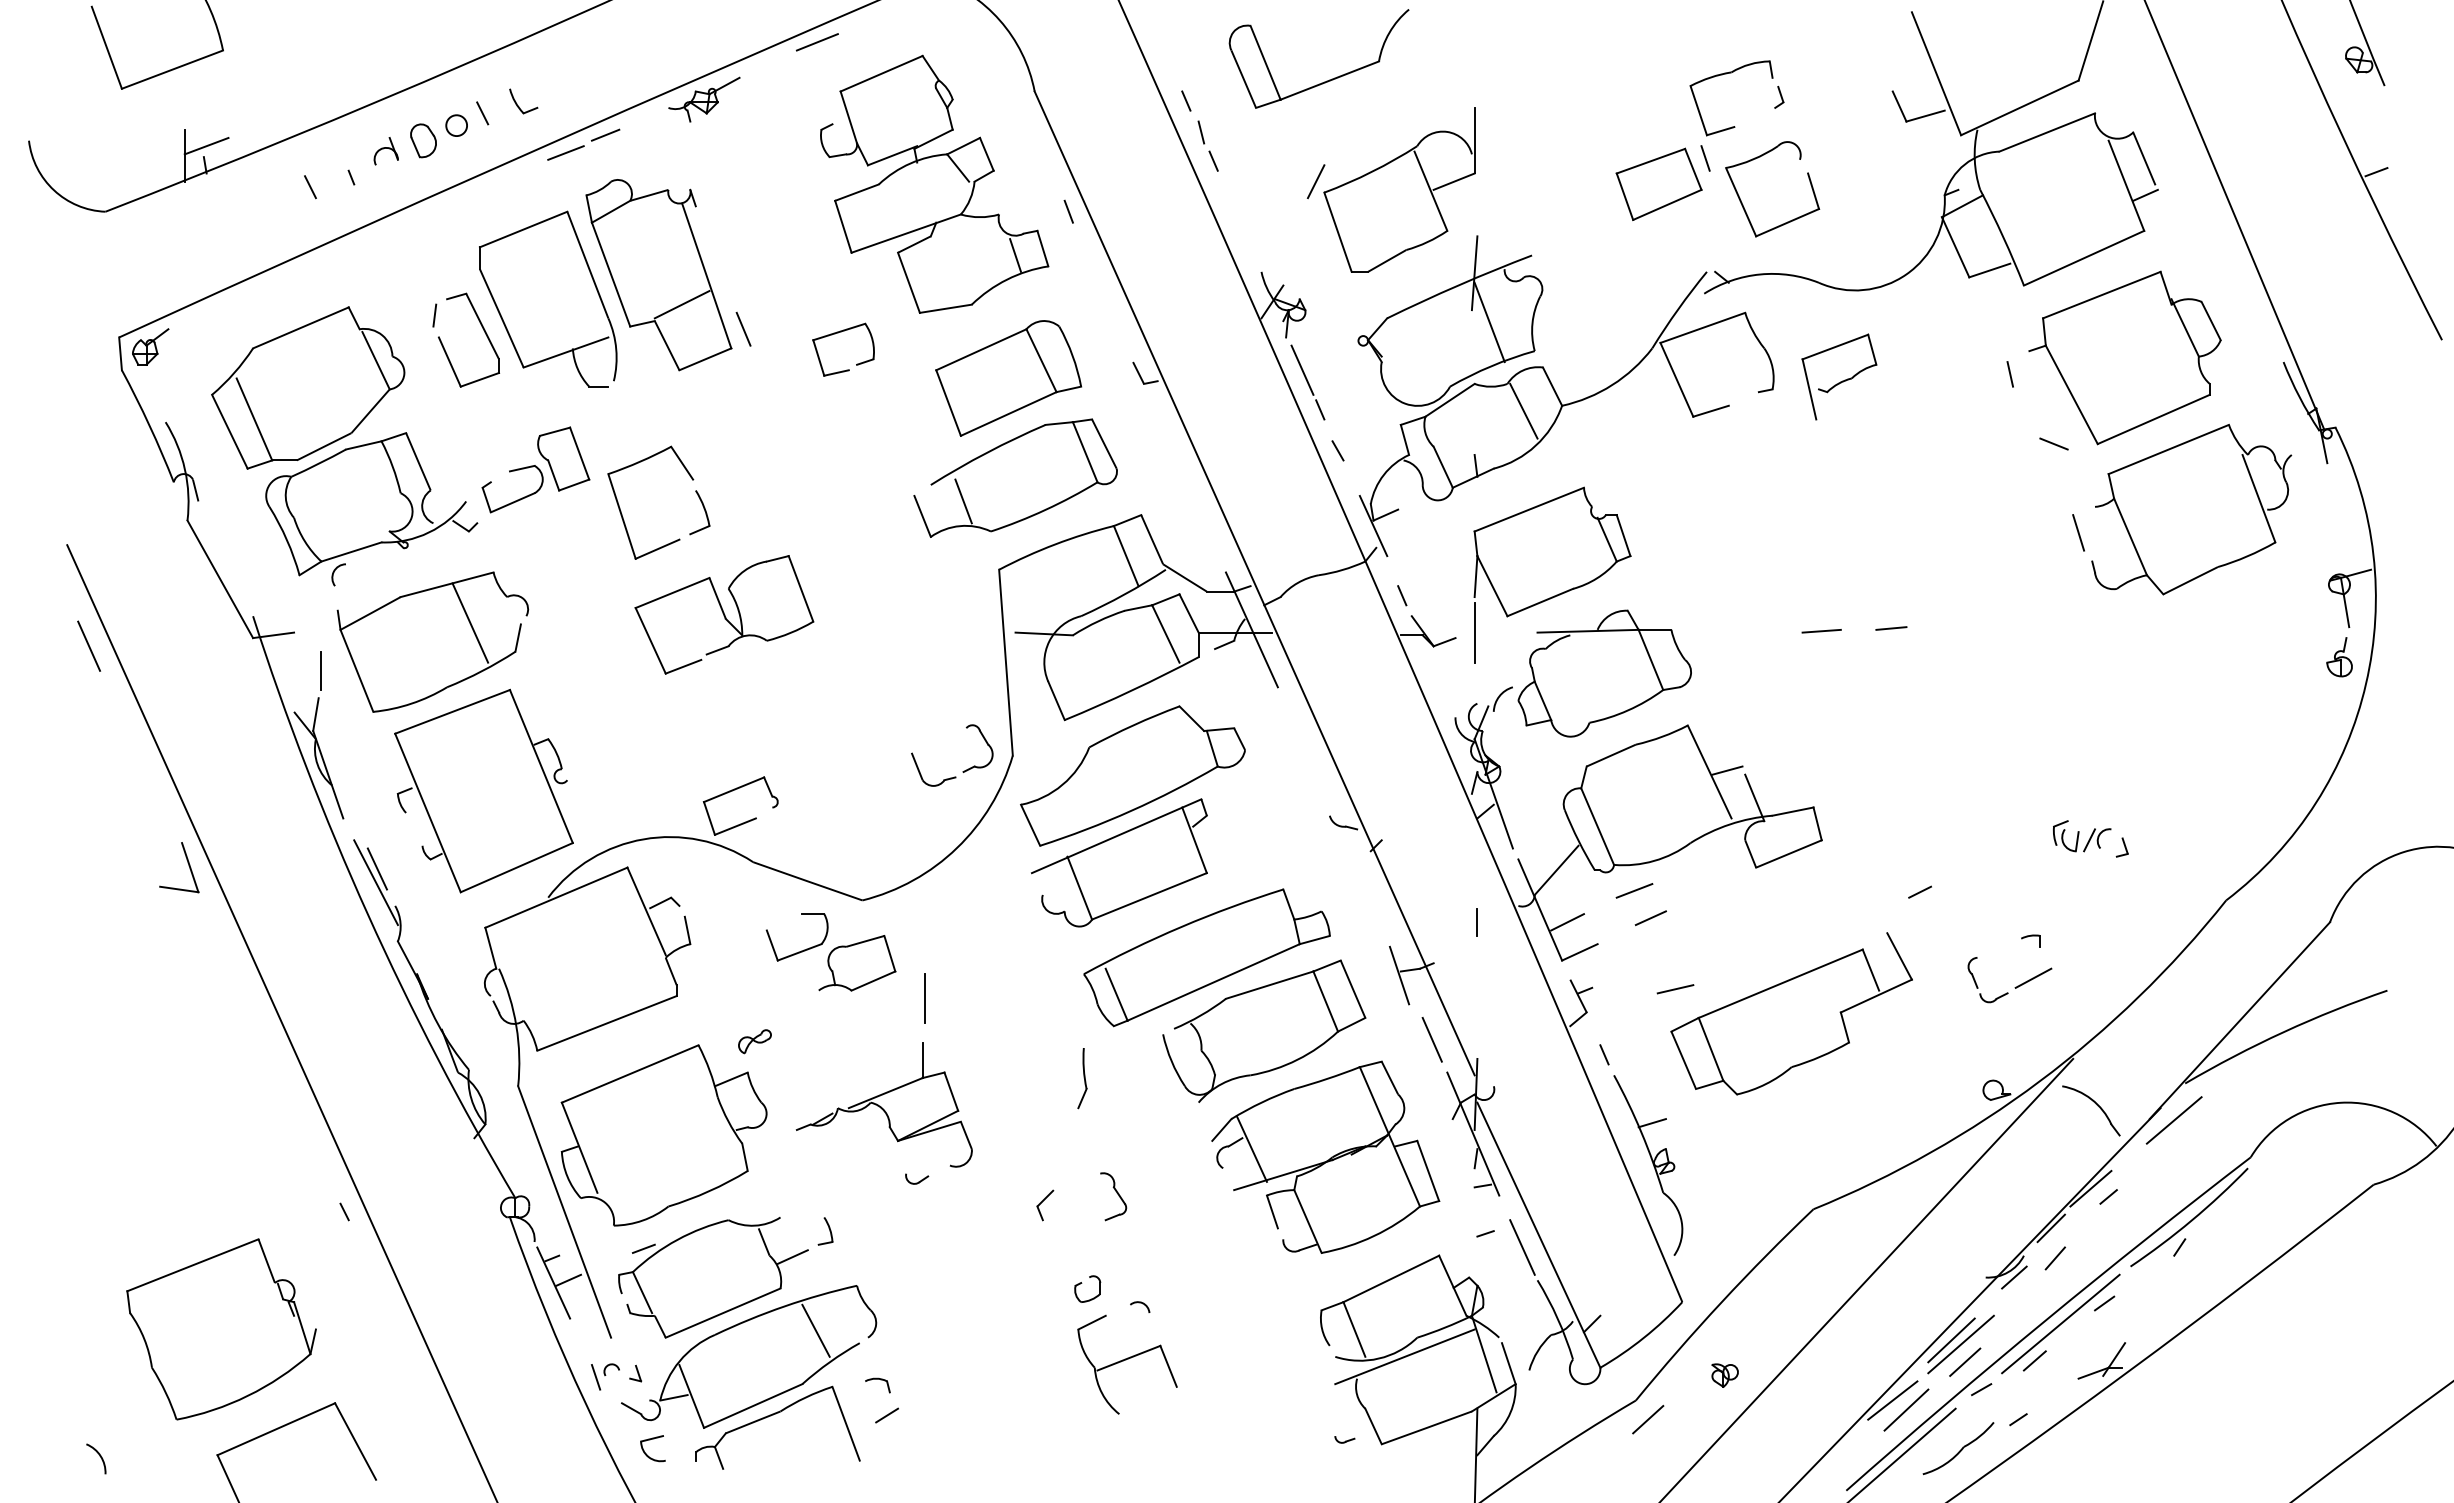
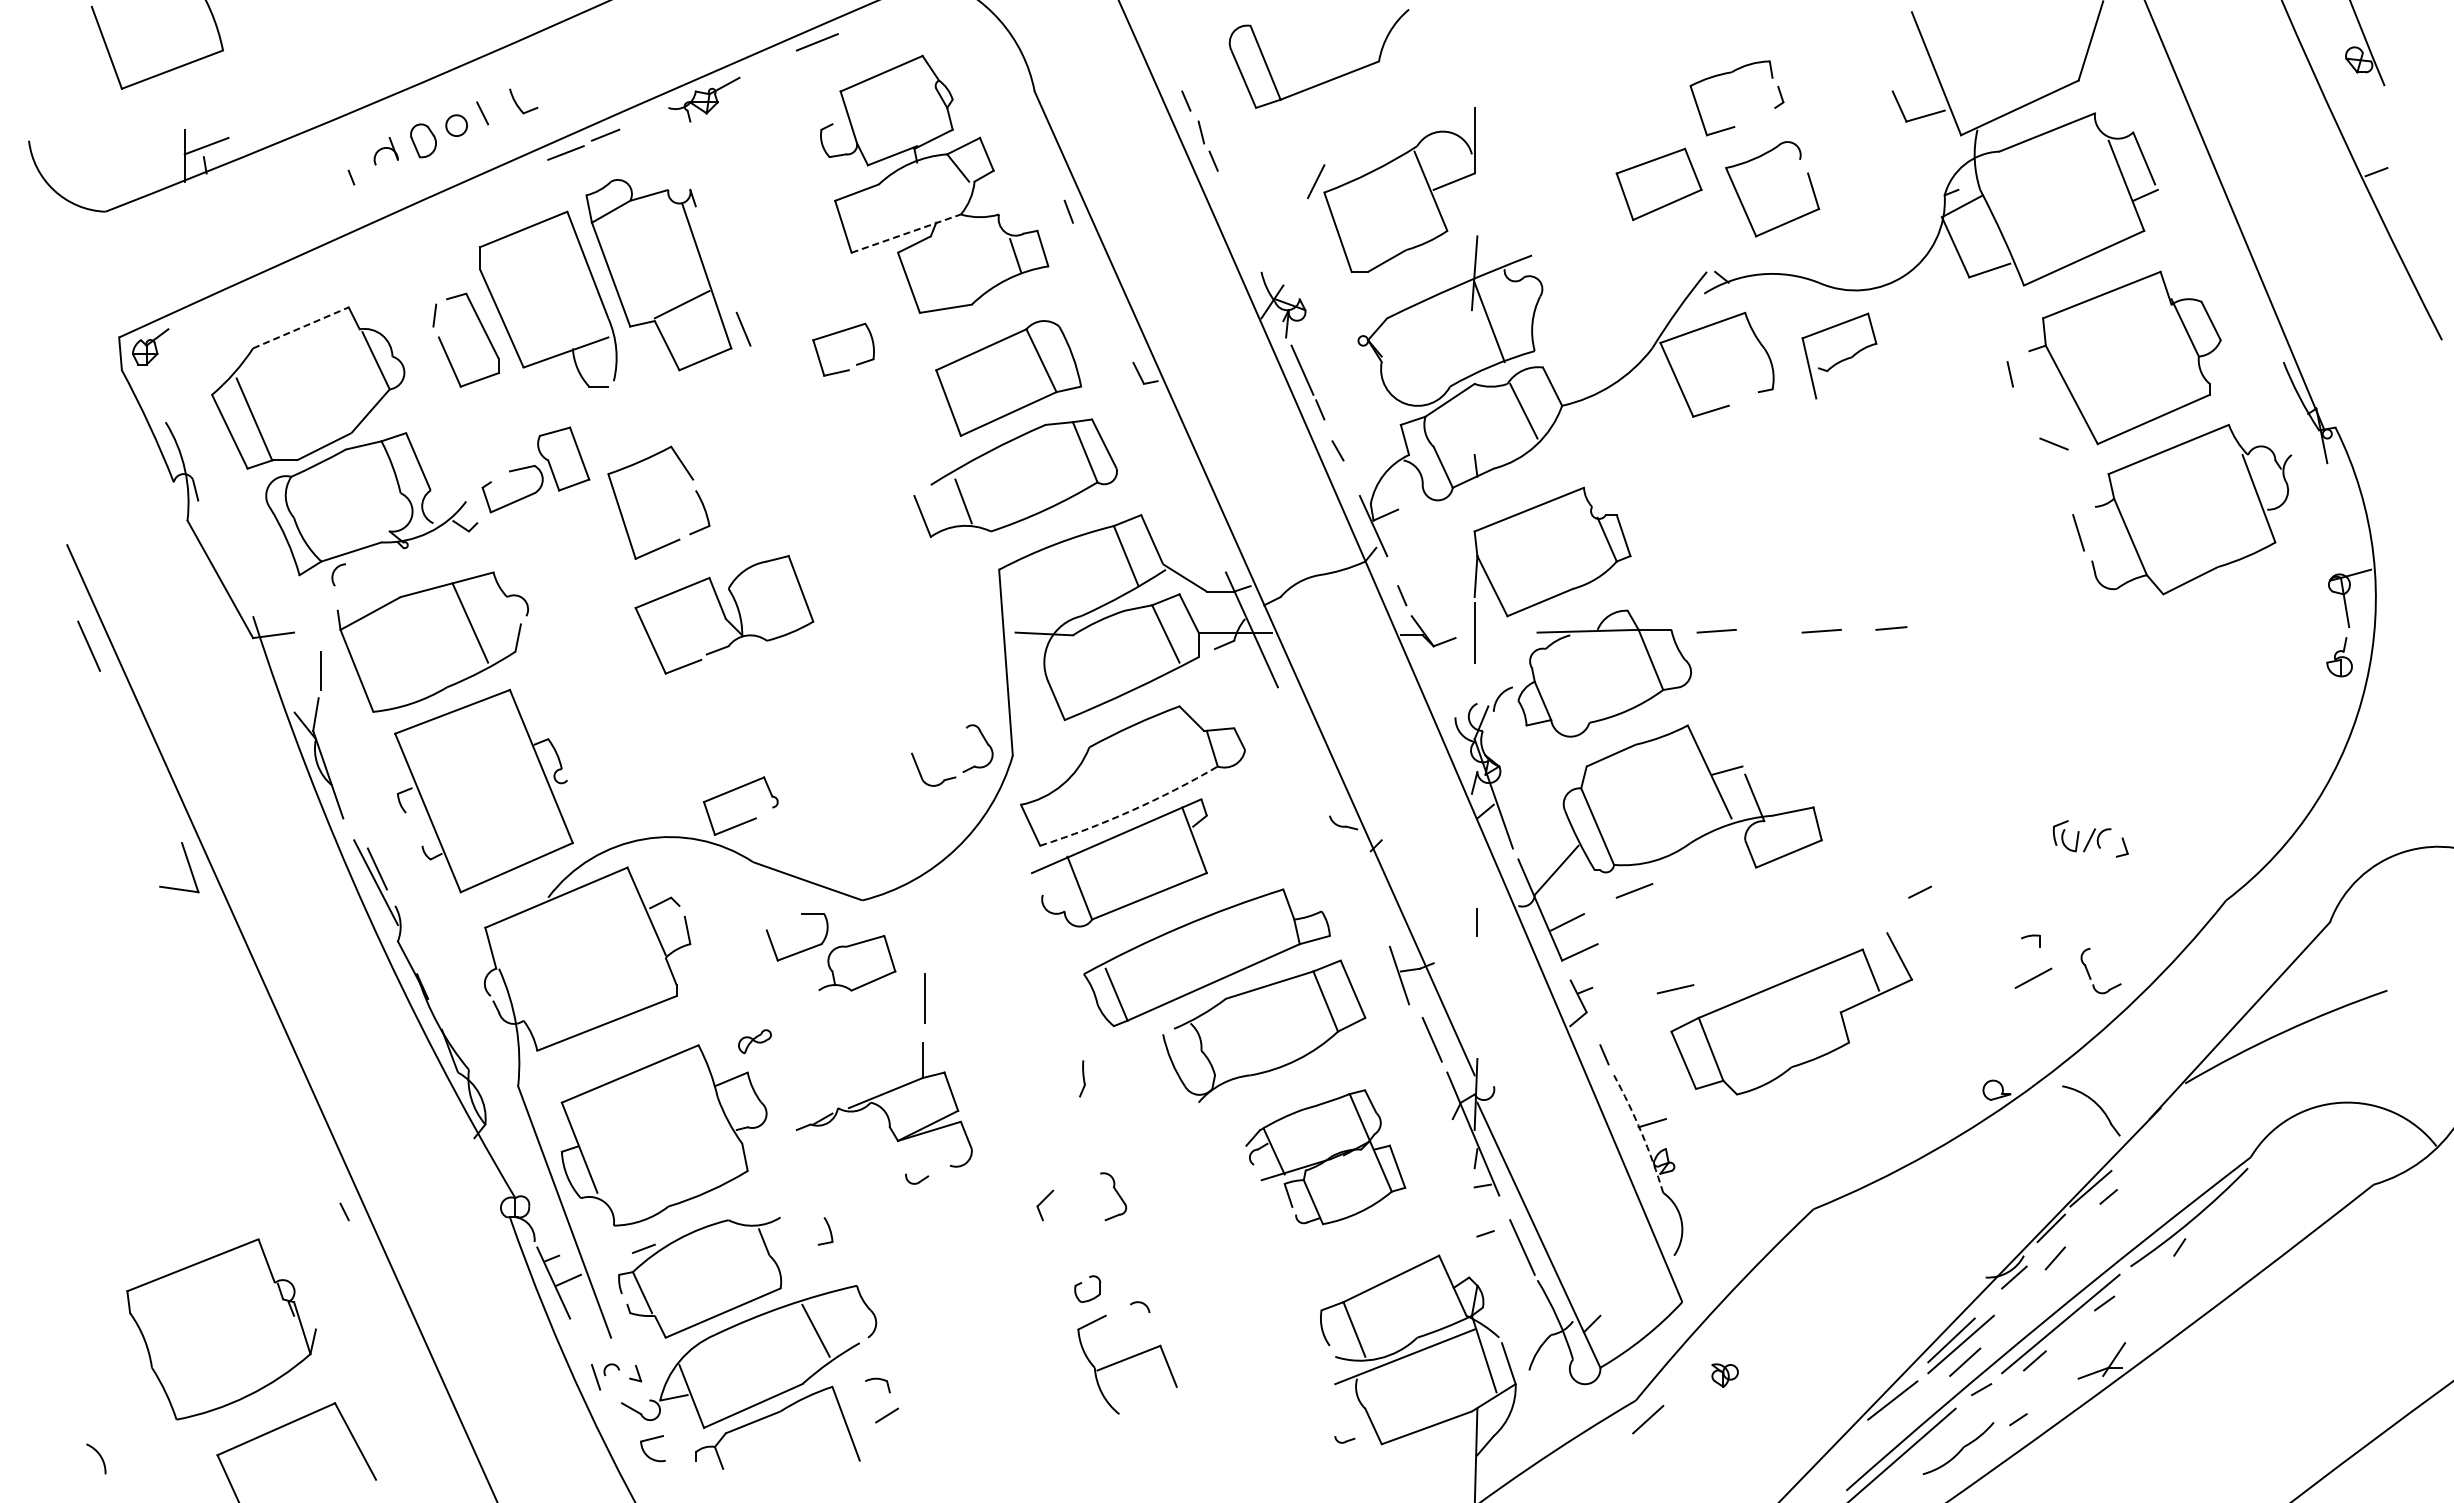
line at (1705, 158): present -> none
line at (310, 187): present -> none
line at (906, 233): solid -> dashed
line at (301, 327): solid -> dashed
part at (1839, 376) position: (1839, 376) -> (1839, 355)
line at (1716, 631): none -> present
arc at (1131, 810): solid -> dashed
line at (1650, 918): present -> none
part at (1977, 984) position: (1977, 984) -> (2090, 975)
part at (1082, 1078) size: 11x62 px -> 7x38 px
line at (2173, 1120): present -> none
arc at (1641, 1132): solid -> dashed
part at (1325, 1156) size: 230x194 px -> 162x137 px
line at (792, 1256): present -> none
line at (1867, 1278): present -> none
line at (1906, 1409): present -> none
